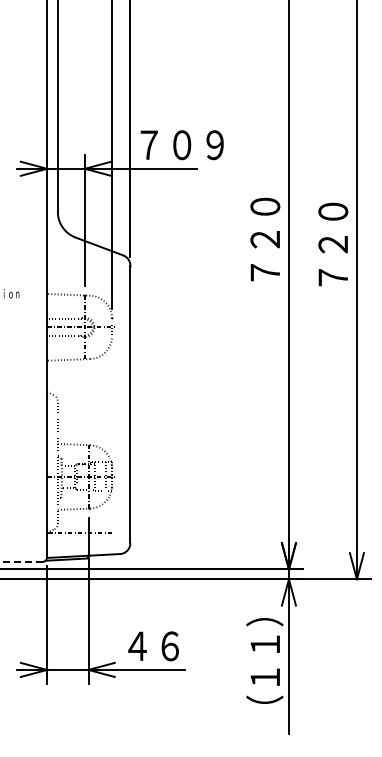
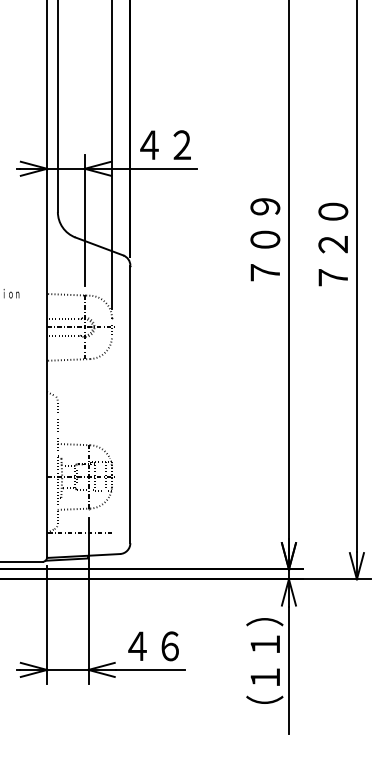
text at (181, 145): ７０９ -> ４２
text at (265, 222): ７２０ -> ７０９
line at (21, 561): dashed -> solid
